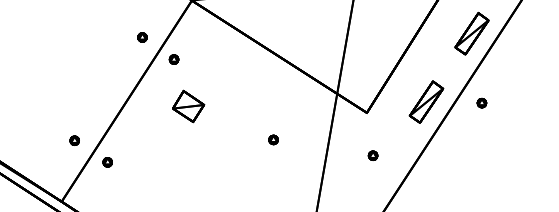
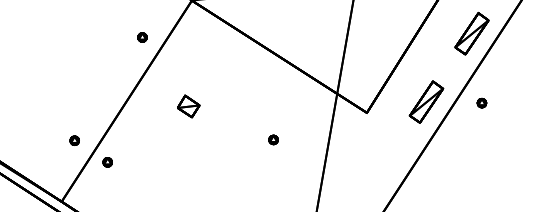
part at (173, 59): present -> none
part at (188, 106) size: 34x35 px -> 24x25 px
part at (372, 155): present -> none
